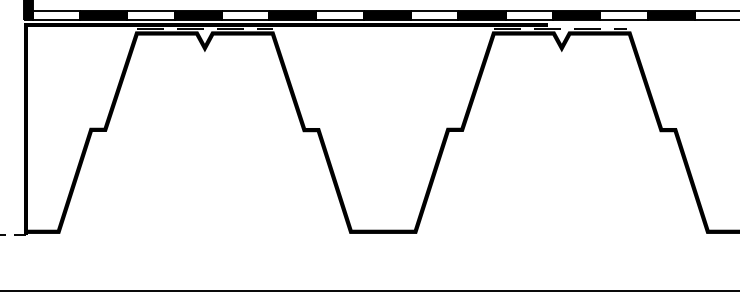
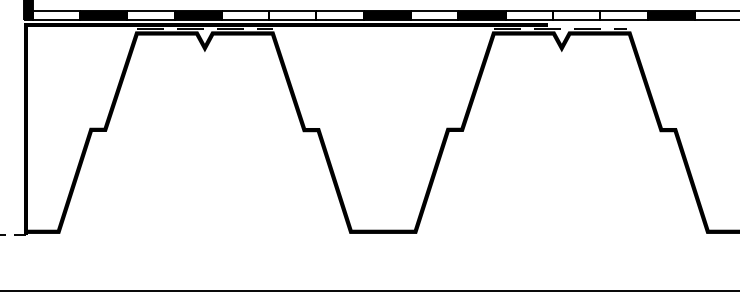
fill at (292, 15): present -> none
fill at (576, 15): present -> none
